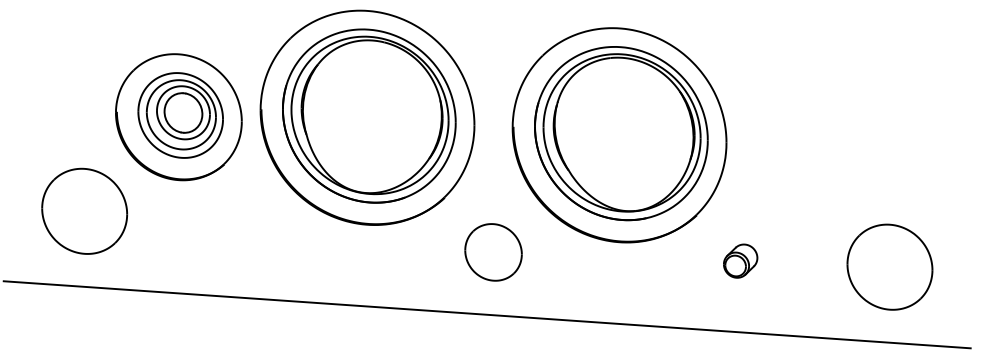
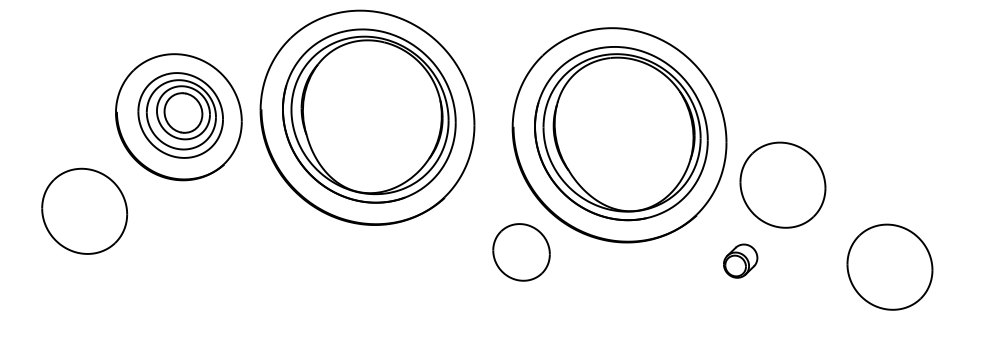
part at (782, 184): none -> present
part at (493, 252) position: (493, 252) -> (521, 252)
line at (486, 314): present -> none
